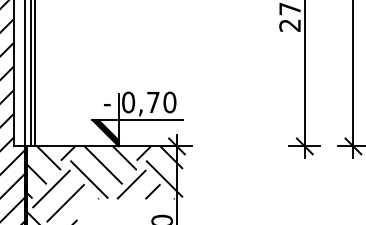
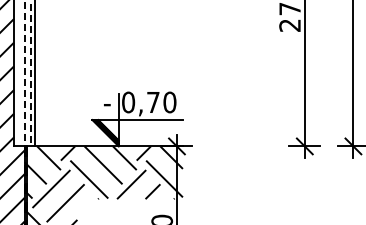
line at (24, 73): solid -> dashed
line at (30, 73): solid -> dashed
